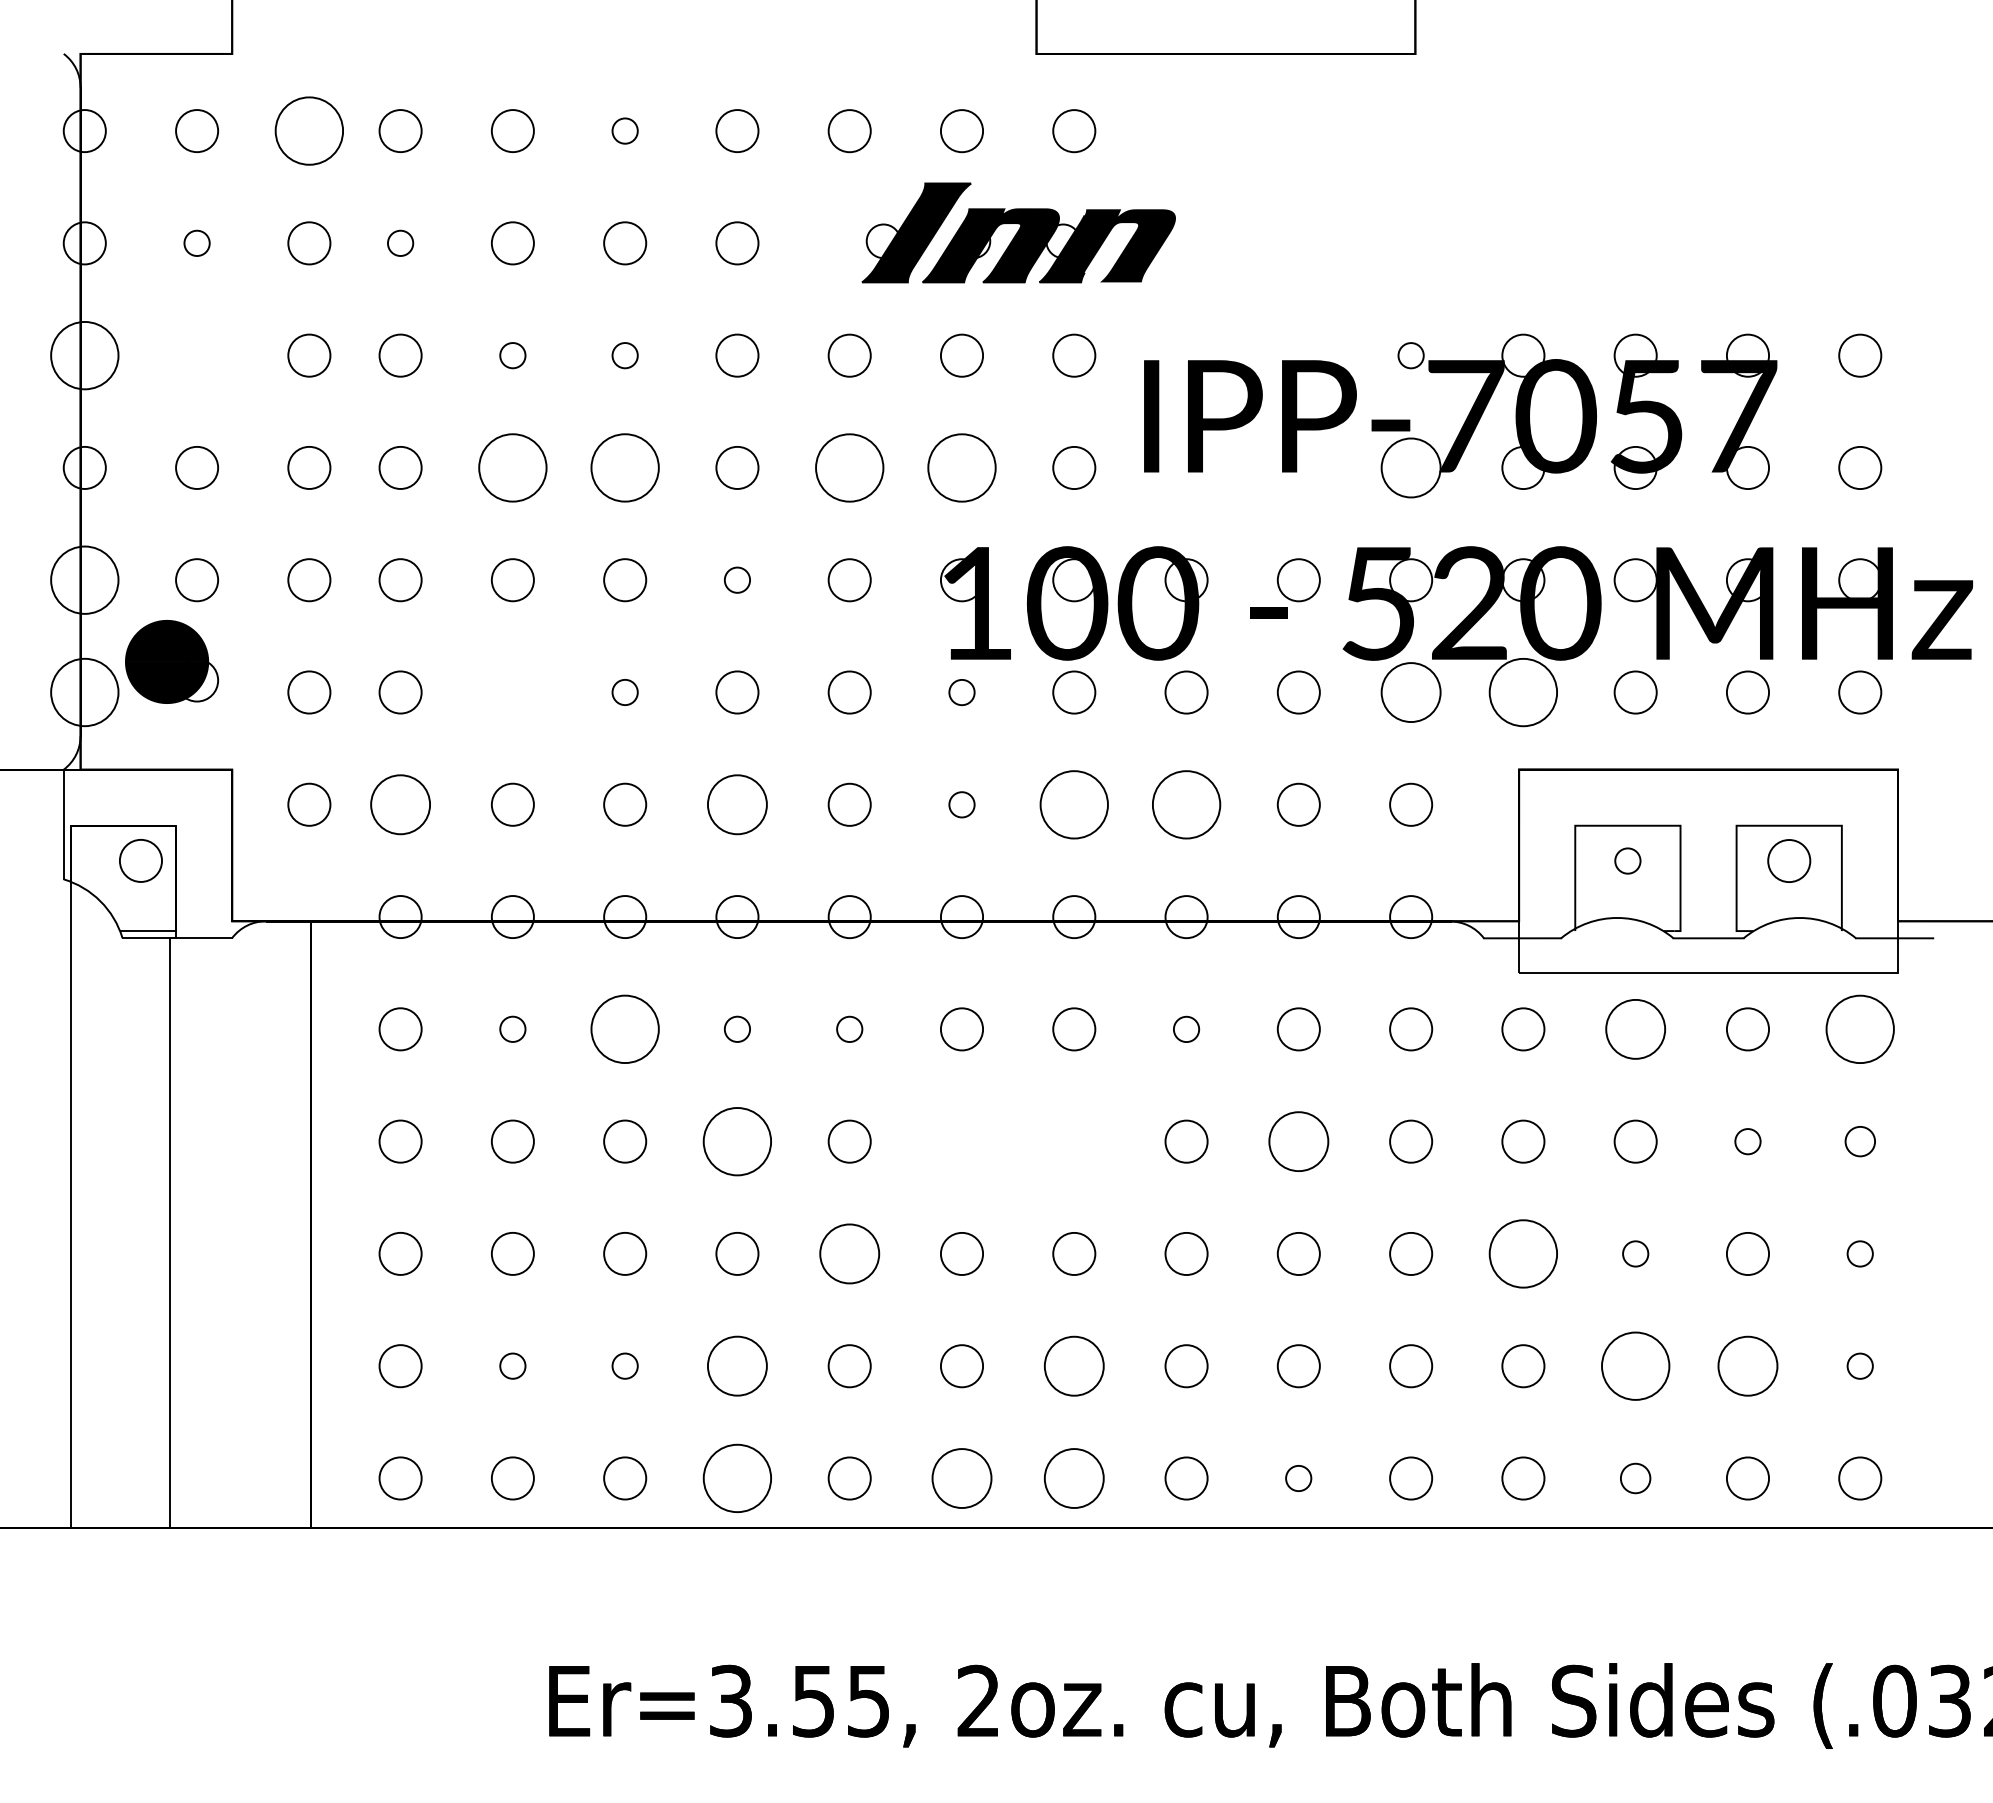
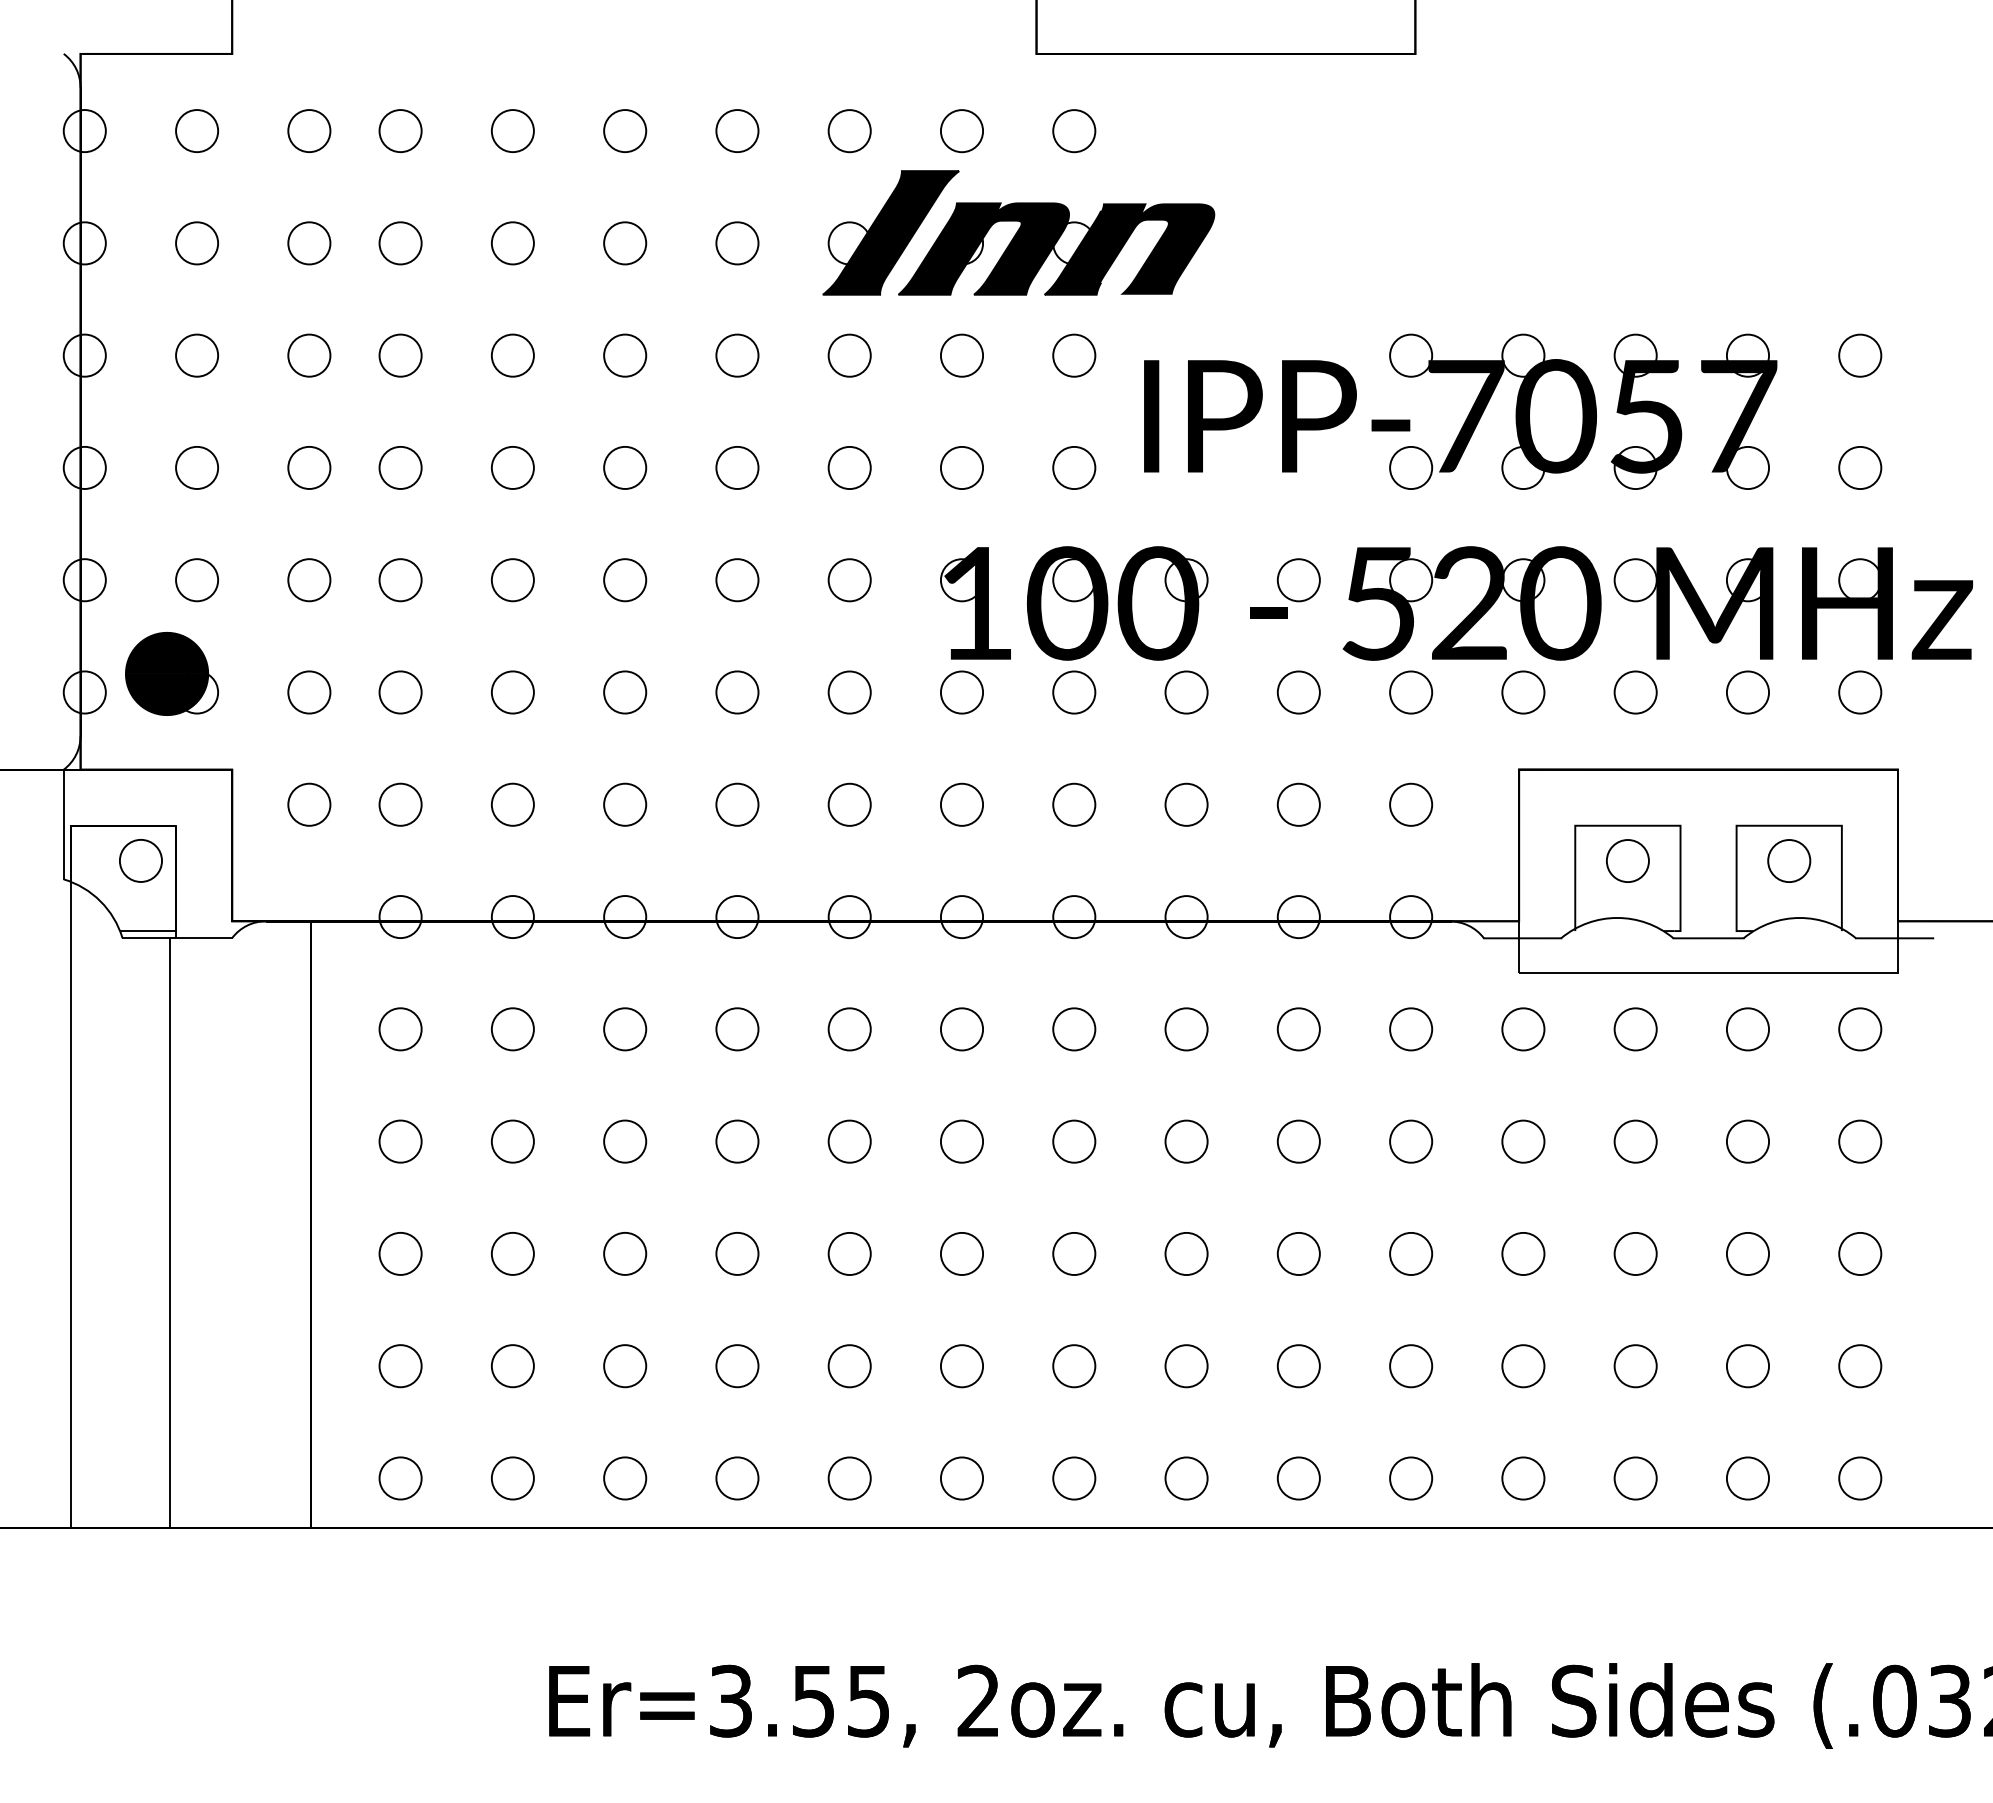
circle at (309, 130) diameter: 67 px -> 42 px
circle at (624, 130) diameter: 25 px -> 42 px
part at (1018, 232) size: 315x102 px -> 394x126 px
circle at (196, 243) diameter: 25 px -> 42 px
circle at (400, 243) diameter: 25 px -> 42 px
circle at (84, 355) diameter: 67 px -> 42 px
circle at (196, 355): none -> present
circle at (512, 355) diameter: 25 px -> 42 px
circle at (624, 355) diameter: 25 px -> 42 px
circle at (1410, 355) diameter: 25 px -> 42 px
circle at (512, 467) diameter: 67 px -> 42 px
circle at (624, 467) diameter: 67 px -> 42 px
circle at (849, 467) diameter: 67 px -> 42 px
circle at (961, 467) diameter: 67 px -> 42 px
circle at (1410, 467) diameter: 59 px -> 42 px
circle at (84, 579) diameter: 67 px -> 42 px
circle at (737, 579) diameter: 25 px -> 42 px
part at (171, 661) position: (171, 661) -> (171, 673)
circle at (84, 692) diameter: 67 px -> 42 px
circle at (512, 692): none -> present
circle at (624, 692) diameter: 25 px -> 42 px
circle at (961, 692) diameter: 25 px -> 42 px
circle at (1410, 692) diameter: 59 px -> 42 px
circle at (1523, 692) diameter: 67 px -> 42 px
circle at (400, 804) diameter: 59 px -> 42 px
circle at (736, 804) diameter: 59 px -> 42 px
circle at (961, 804) diameter: 25 px -> 42 px
circle at (1073, 804) diameter: 67 px -> 42 px
circle at (1186, 804) diameter: 67 px -> 42 px
circle at (1627, 860) diameter: 25 px -> 42 px
circle at (512, 1028) diameter: 25 px -> 42 px
circle at (737, 1028) diameter: 25 px -> 42 px
circle at (1186, 1028) size: 28x28 px -> 45x45 px
circle at (1635, 1028) diameter: 59 px -> 42 px
circle at (624, 1029) diameter: 67 px -> 42 px
circle at (849, 1029) diameter: 25 px -> 42 px
circle at (1859, 1029) diameter: 67 px -> 42 px
circle at (736, 1141) size: 70x70 px -> 45x45 px
circle at (961, 1141): none -> present
circle at (1074, 1141): none -> present
circle at (1298, 1141) diameter: 59 px -> 42 px
circle at (1747, 1141) diameter: 25 px -> 42 px
circle at (1859, 1141) size: 32x32 px -> 45x45 px
circle at (849, 1253) diameter: 59 px -> 42 px
circle at (1523, 1253) diameter: 67 px -> 42 px
circle at (1635, 1253) diameter: 25 px -> 42 px
circle at (1859, 1253) diameter: 25 px -> 42 px
circle at (512, 1365) diameter: 25 px -> 42 px
circle at (624, 1365) diameter: 25 px -> 42 px
circle at (736, 1365) diameter: 59 px -> 42 px
circle at (1073, 1365) diameter: 59 px -> 42 px
circle at (1635, 1365) diameter: 67 px -> 42 px
circle at (1747, 1365) diameter: 59 px -> 42 px
circle at (1859, 1365) diameter: 25 px -> 42 px
circle at (737, 1478) diameter: 67 px -> 42 px
circle at (961, 1478) size: 62x61 px -> 44x45 px
circle at (1073, 1478) diameter: 59 px -> 42 px
circle at (1298, 1478) size: 28x27 px -> 45x45 px
circle at (1635, 1478) size: 32x33 px -> 45x45 px
